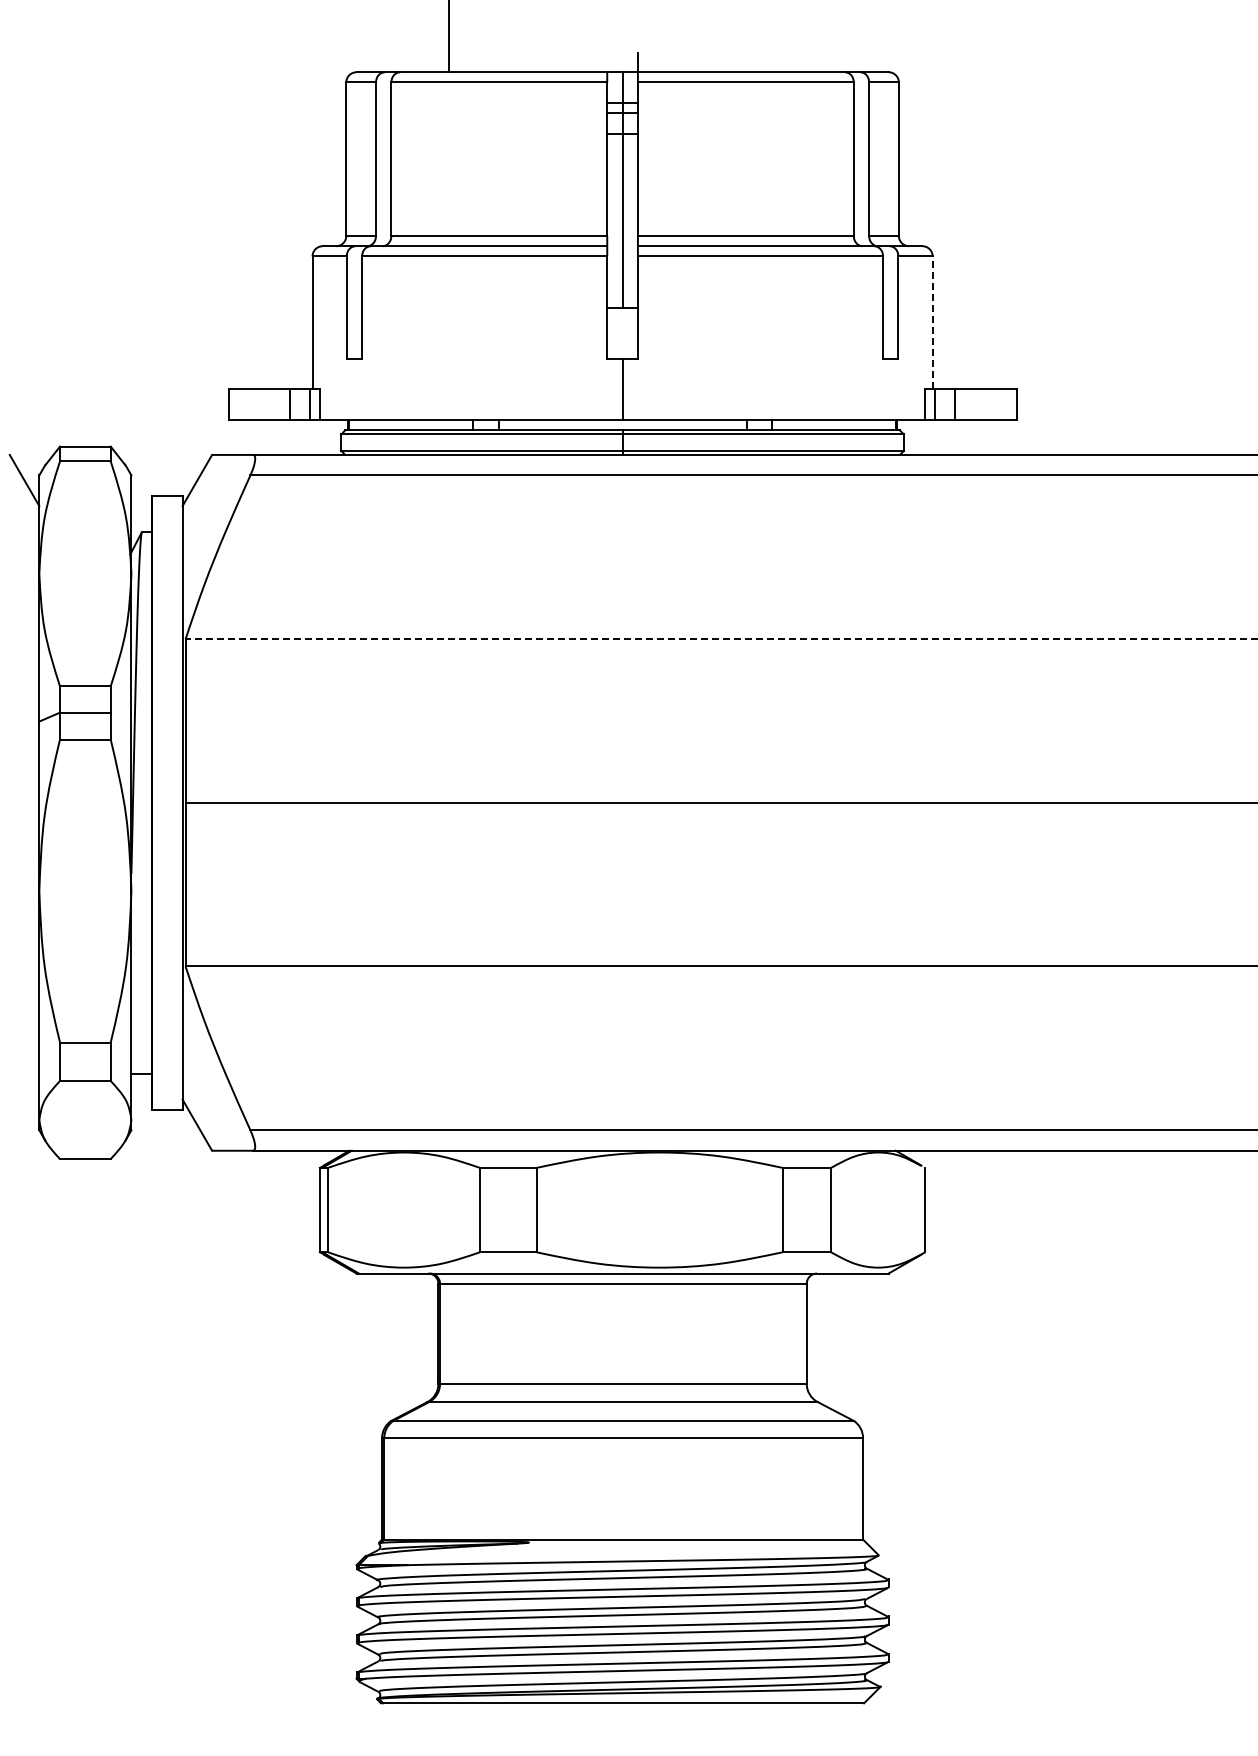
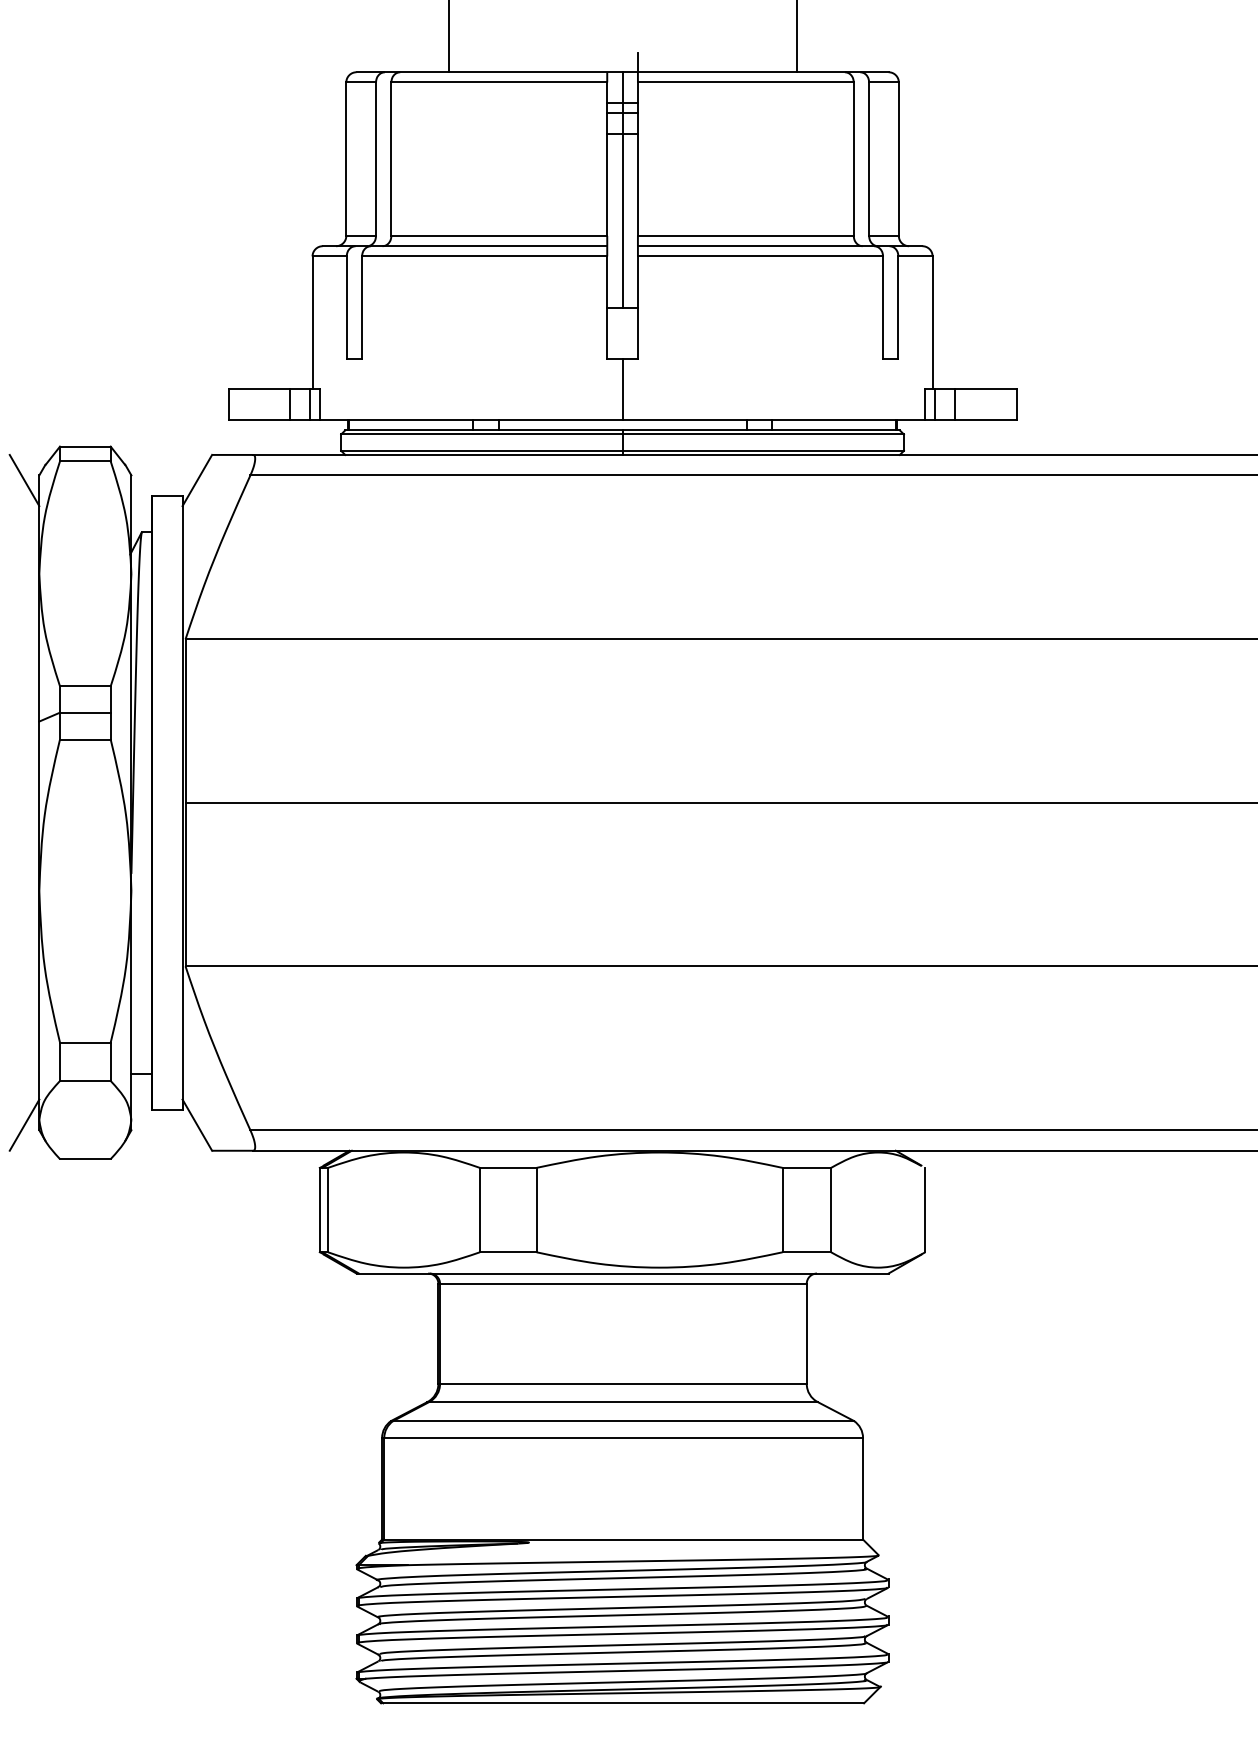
line at (796, 37): none -> present
line at (932, 322): dashed -> solid
line at (721, 639): dashed -> solid
line at (24, 1124): none -> present
